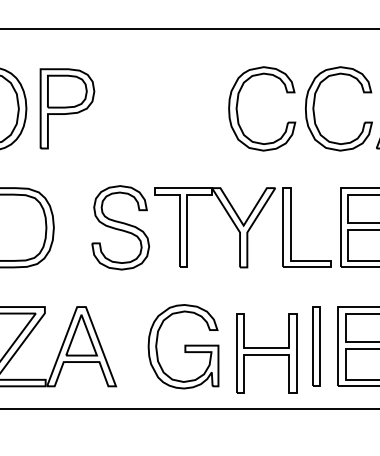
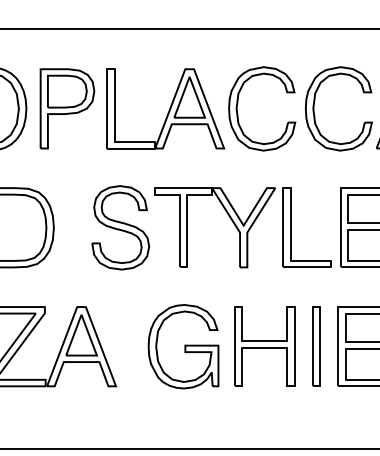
part at (165, 108): none -> present
part at (266, 353) position: (266, 353) -> (264, 346)
line at (189, 409) position: (189, 409) -> (189, 449)
